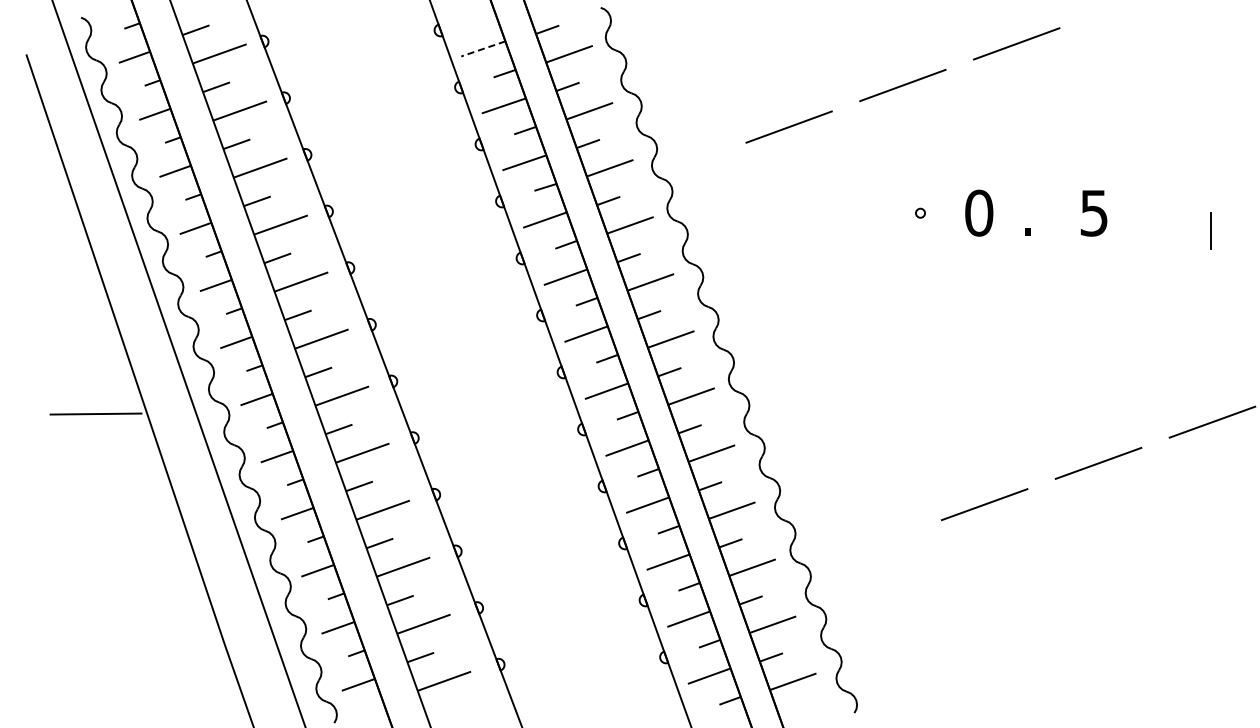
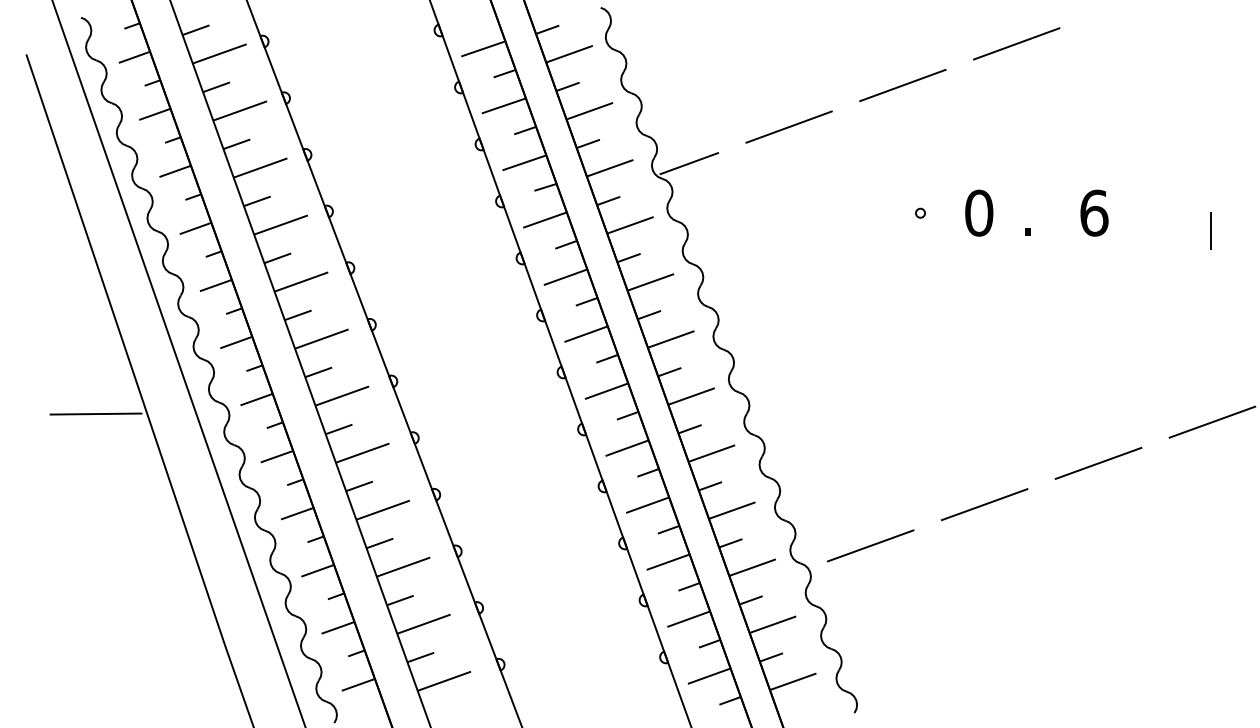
line at (482, 49): dashed -> solid
line at (689, 163): none -> present
text at (1094, 212): 5 -> 6
line at (870, 545): none -> present
